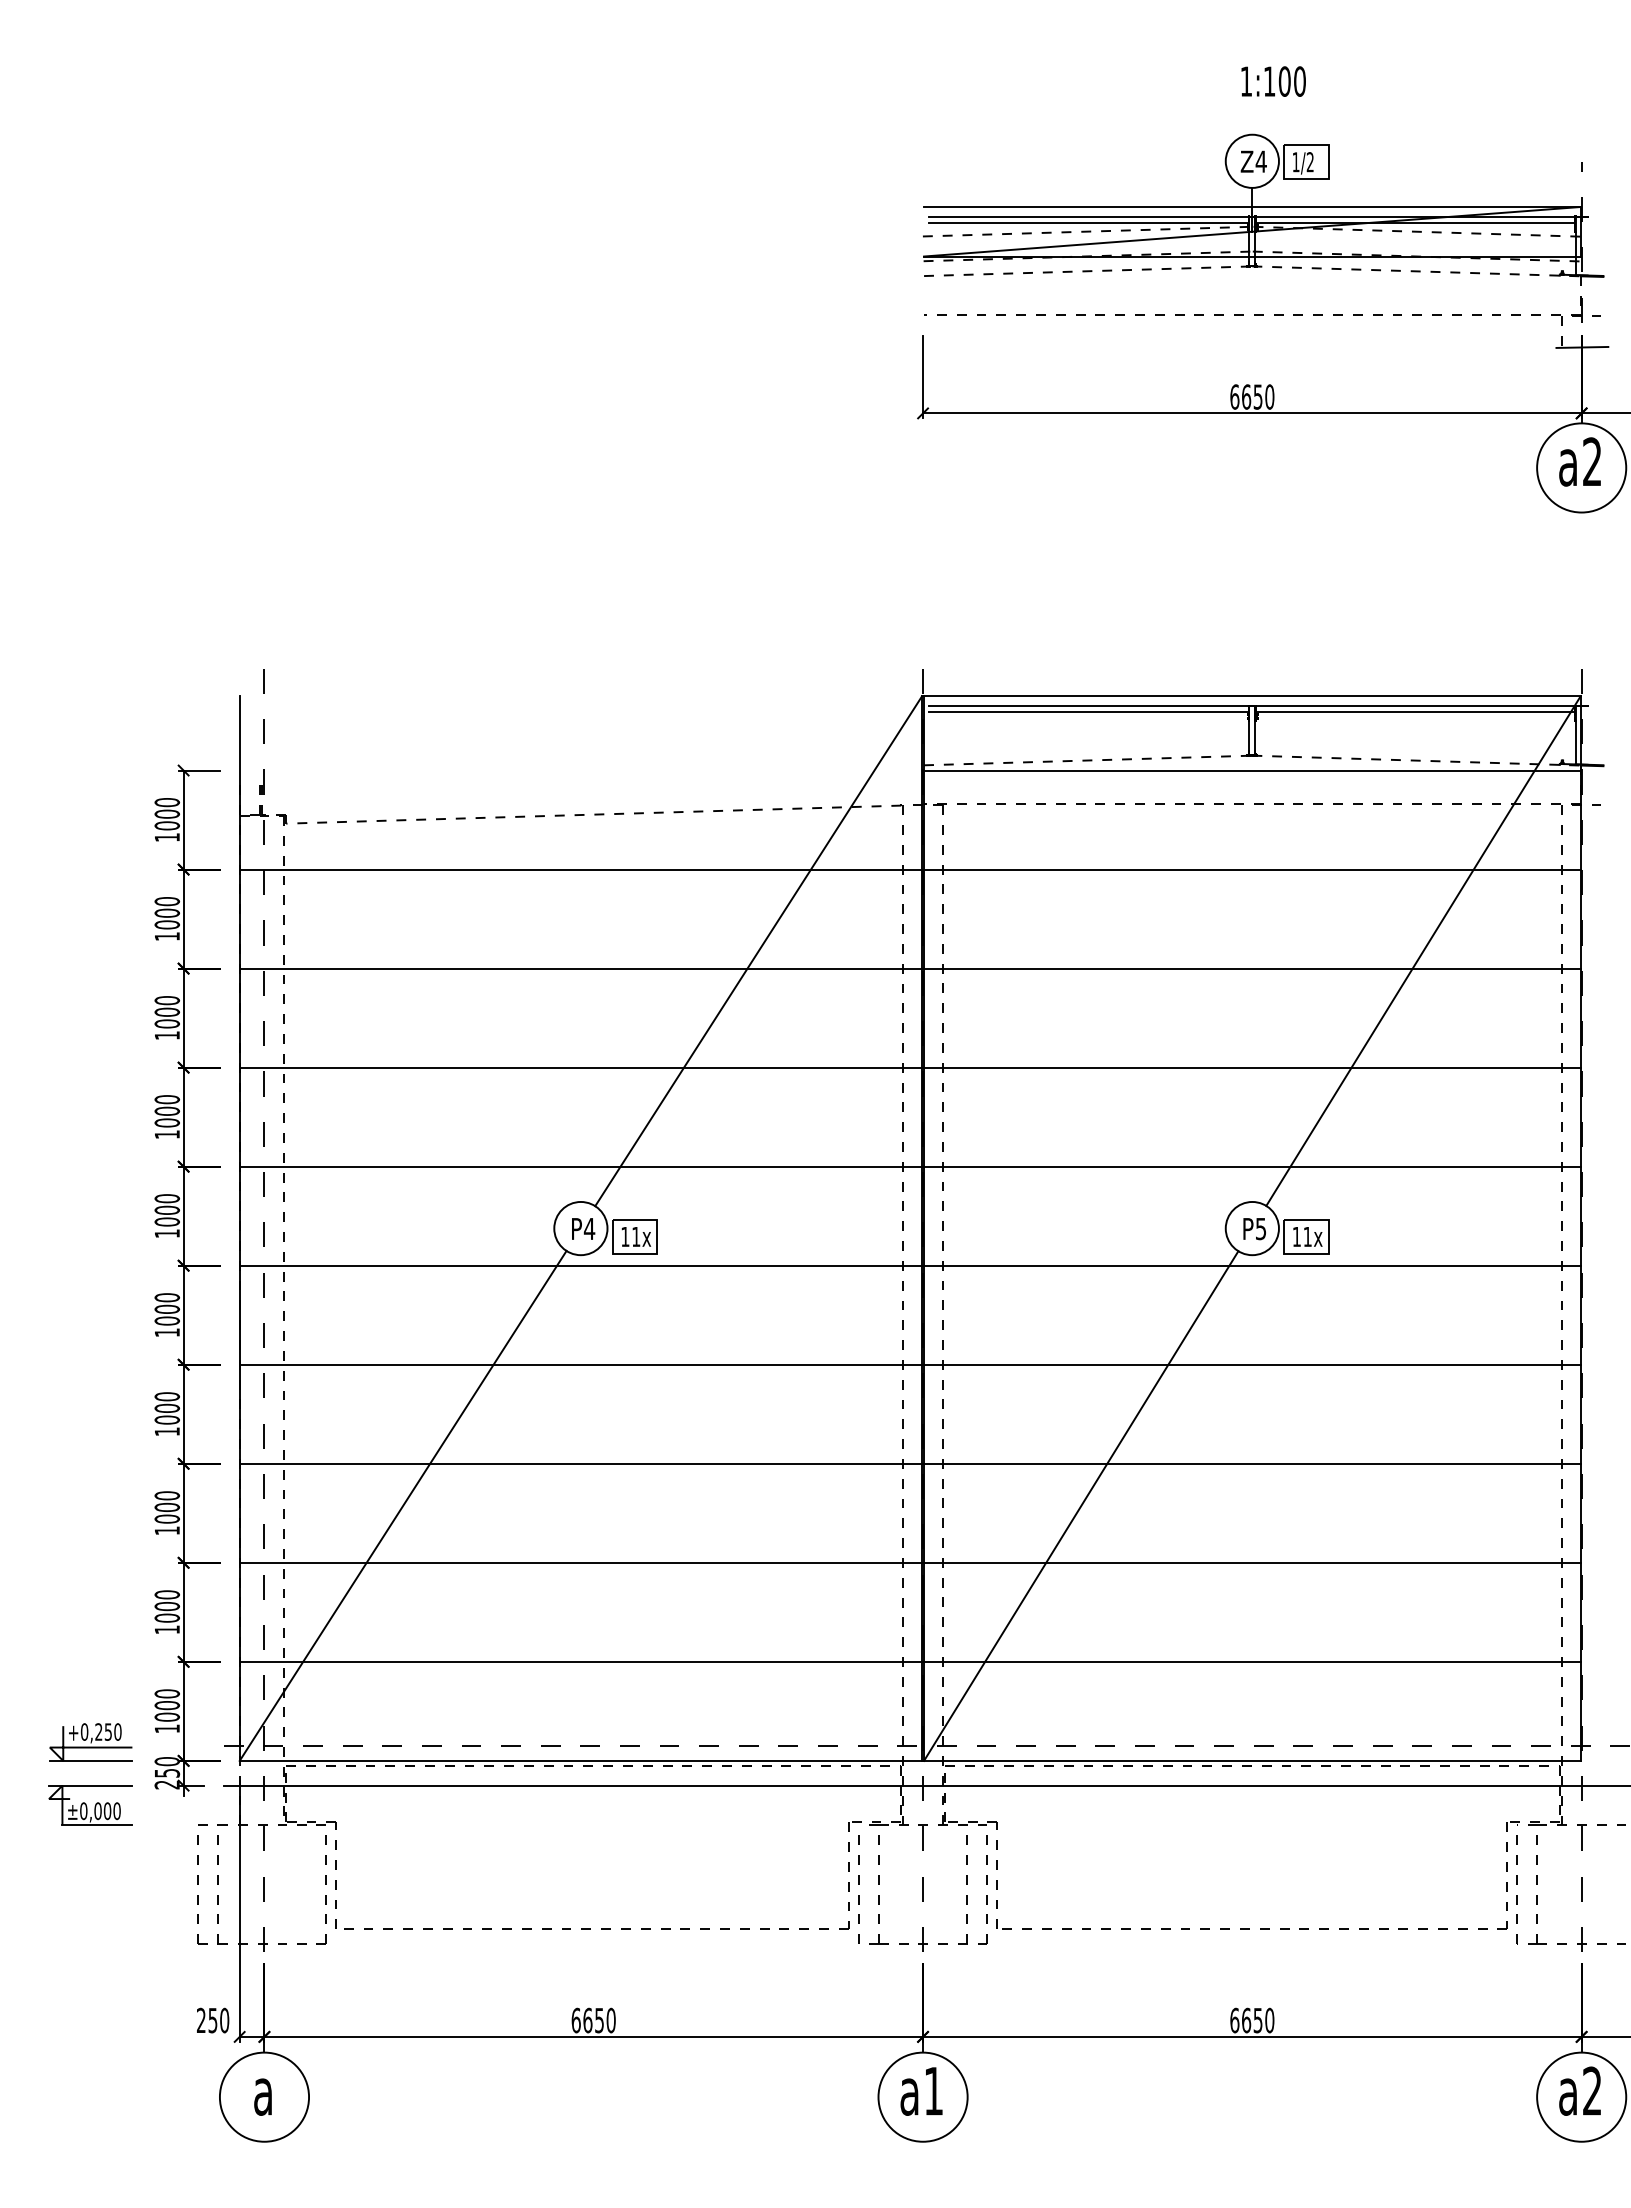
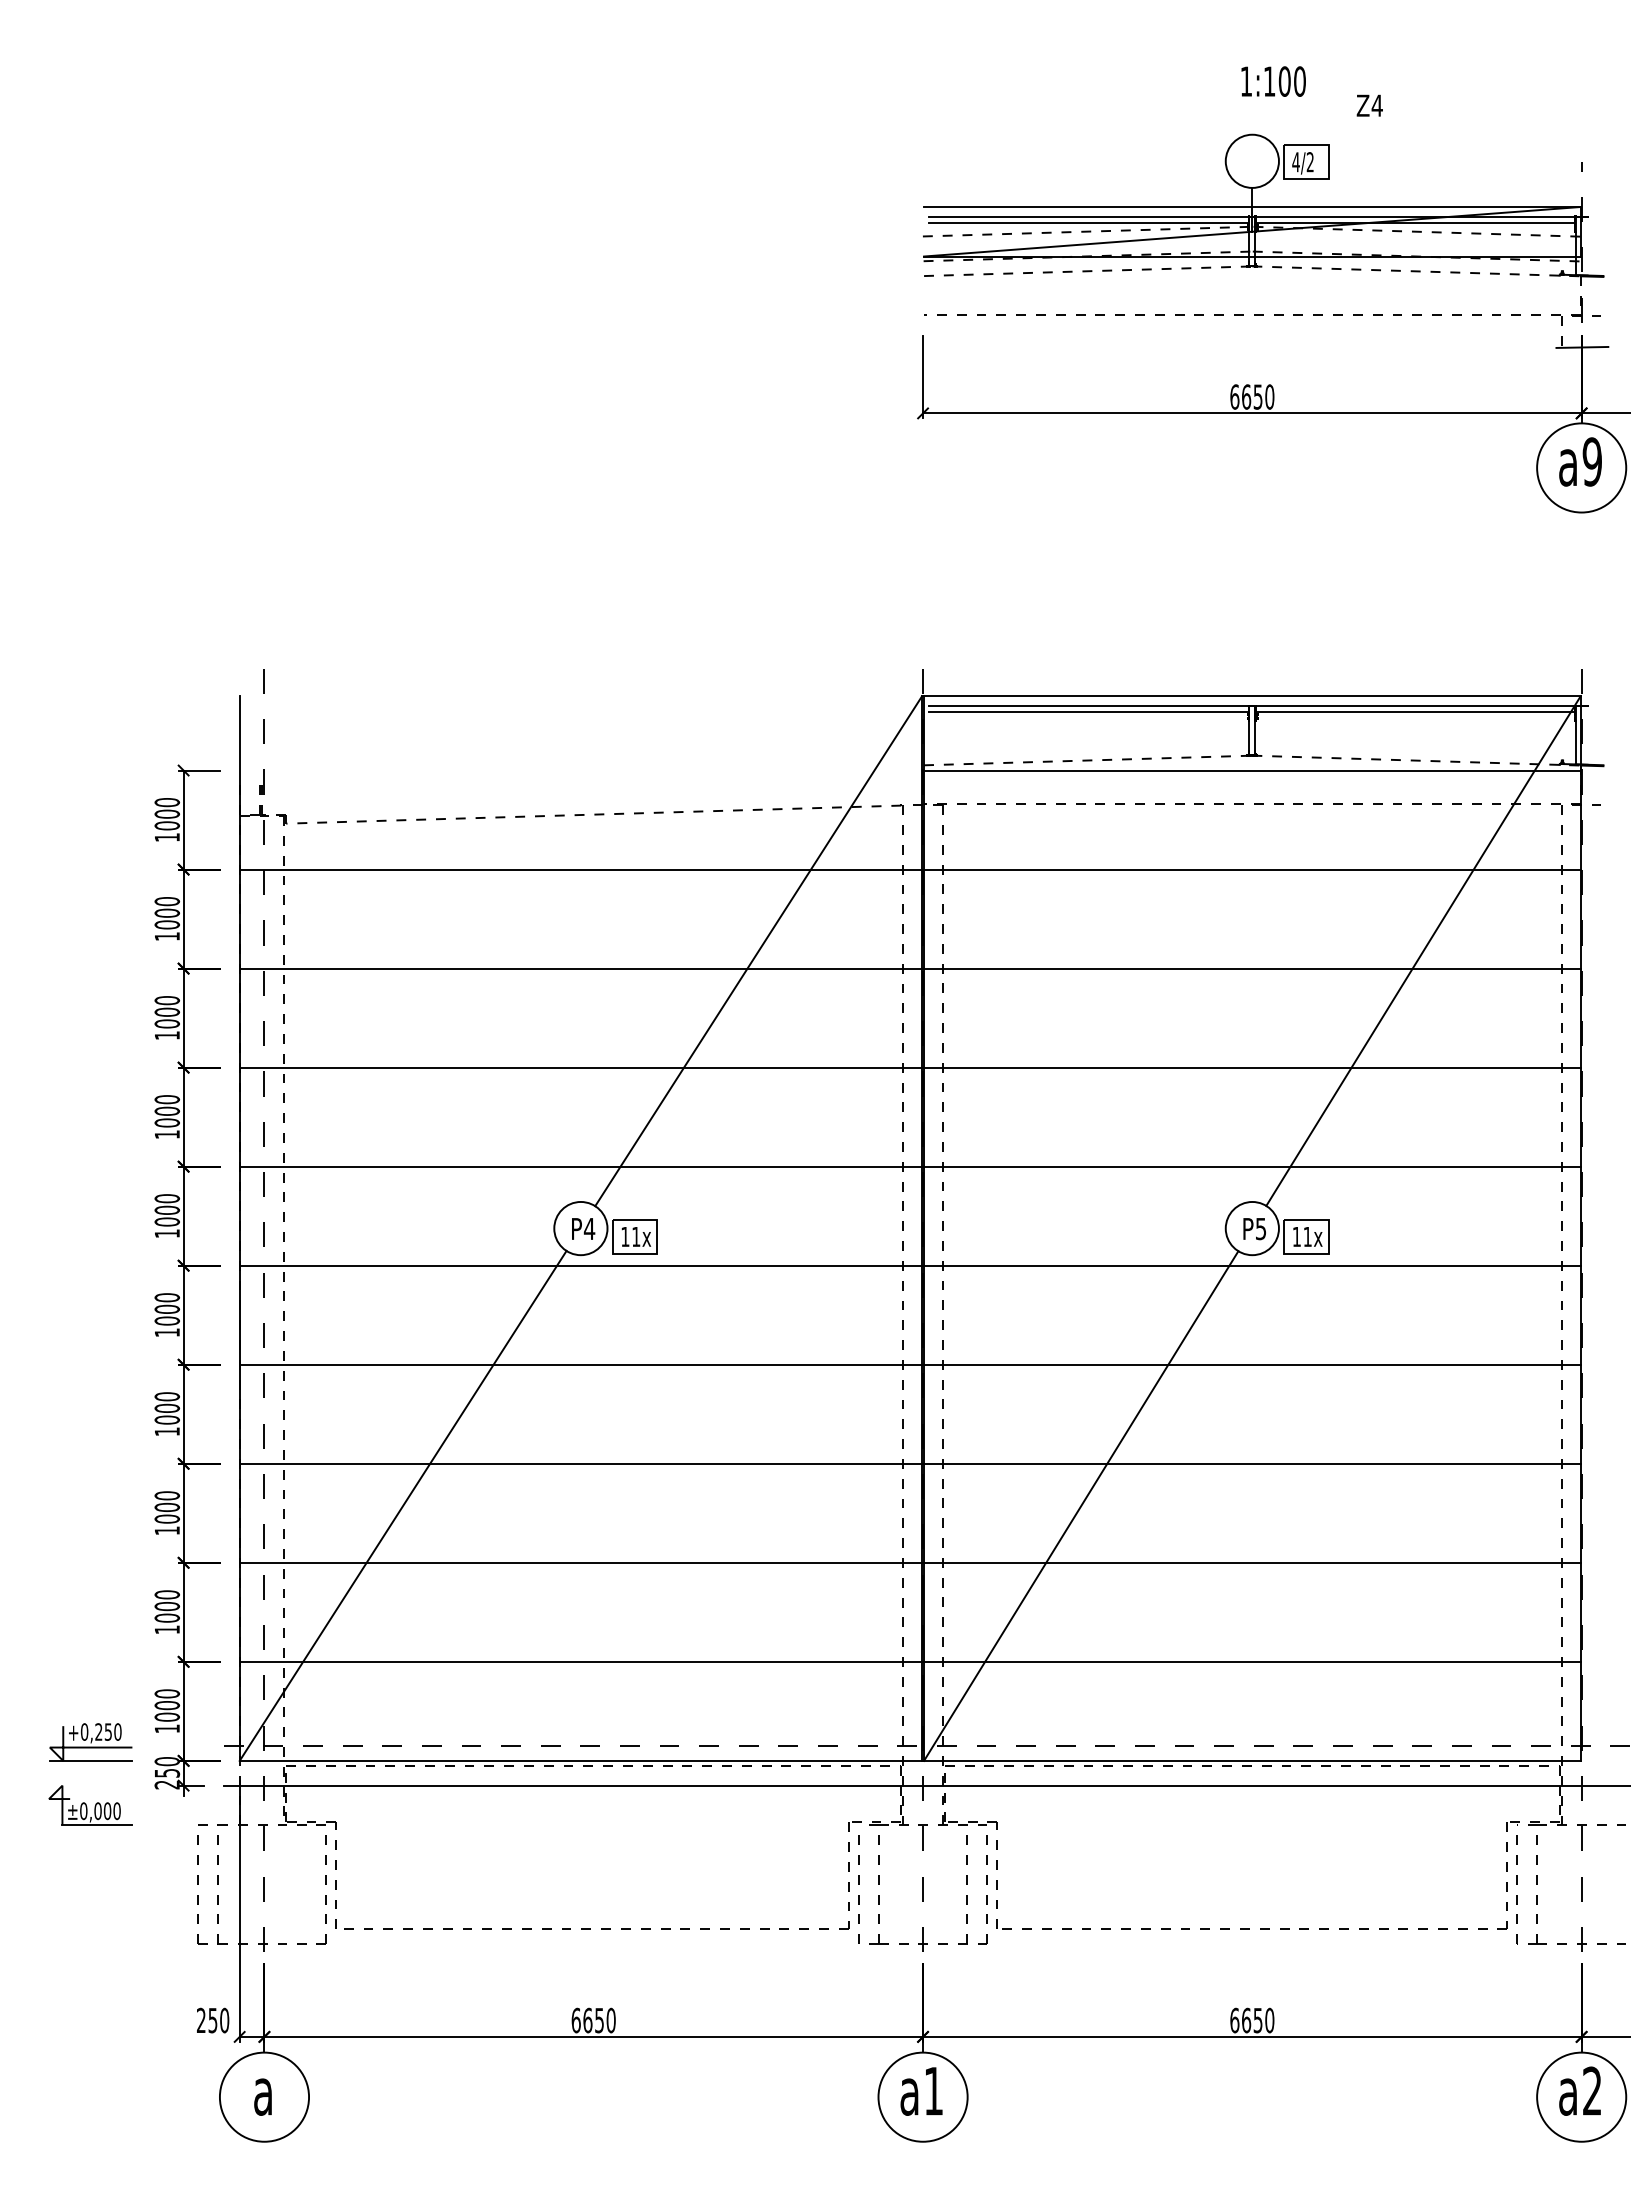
text at (1253, 161) position: (1253, 161) -> (1369, 105)
text at (1295, 162): 1/2 -> 4/2
text at (1591, 461): a2 -> a9
line at (90, 1785): present -> none
